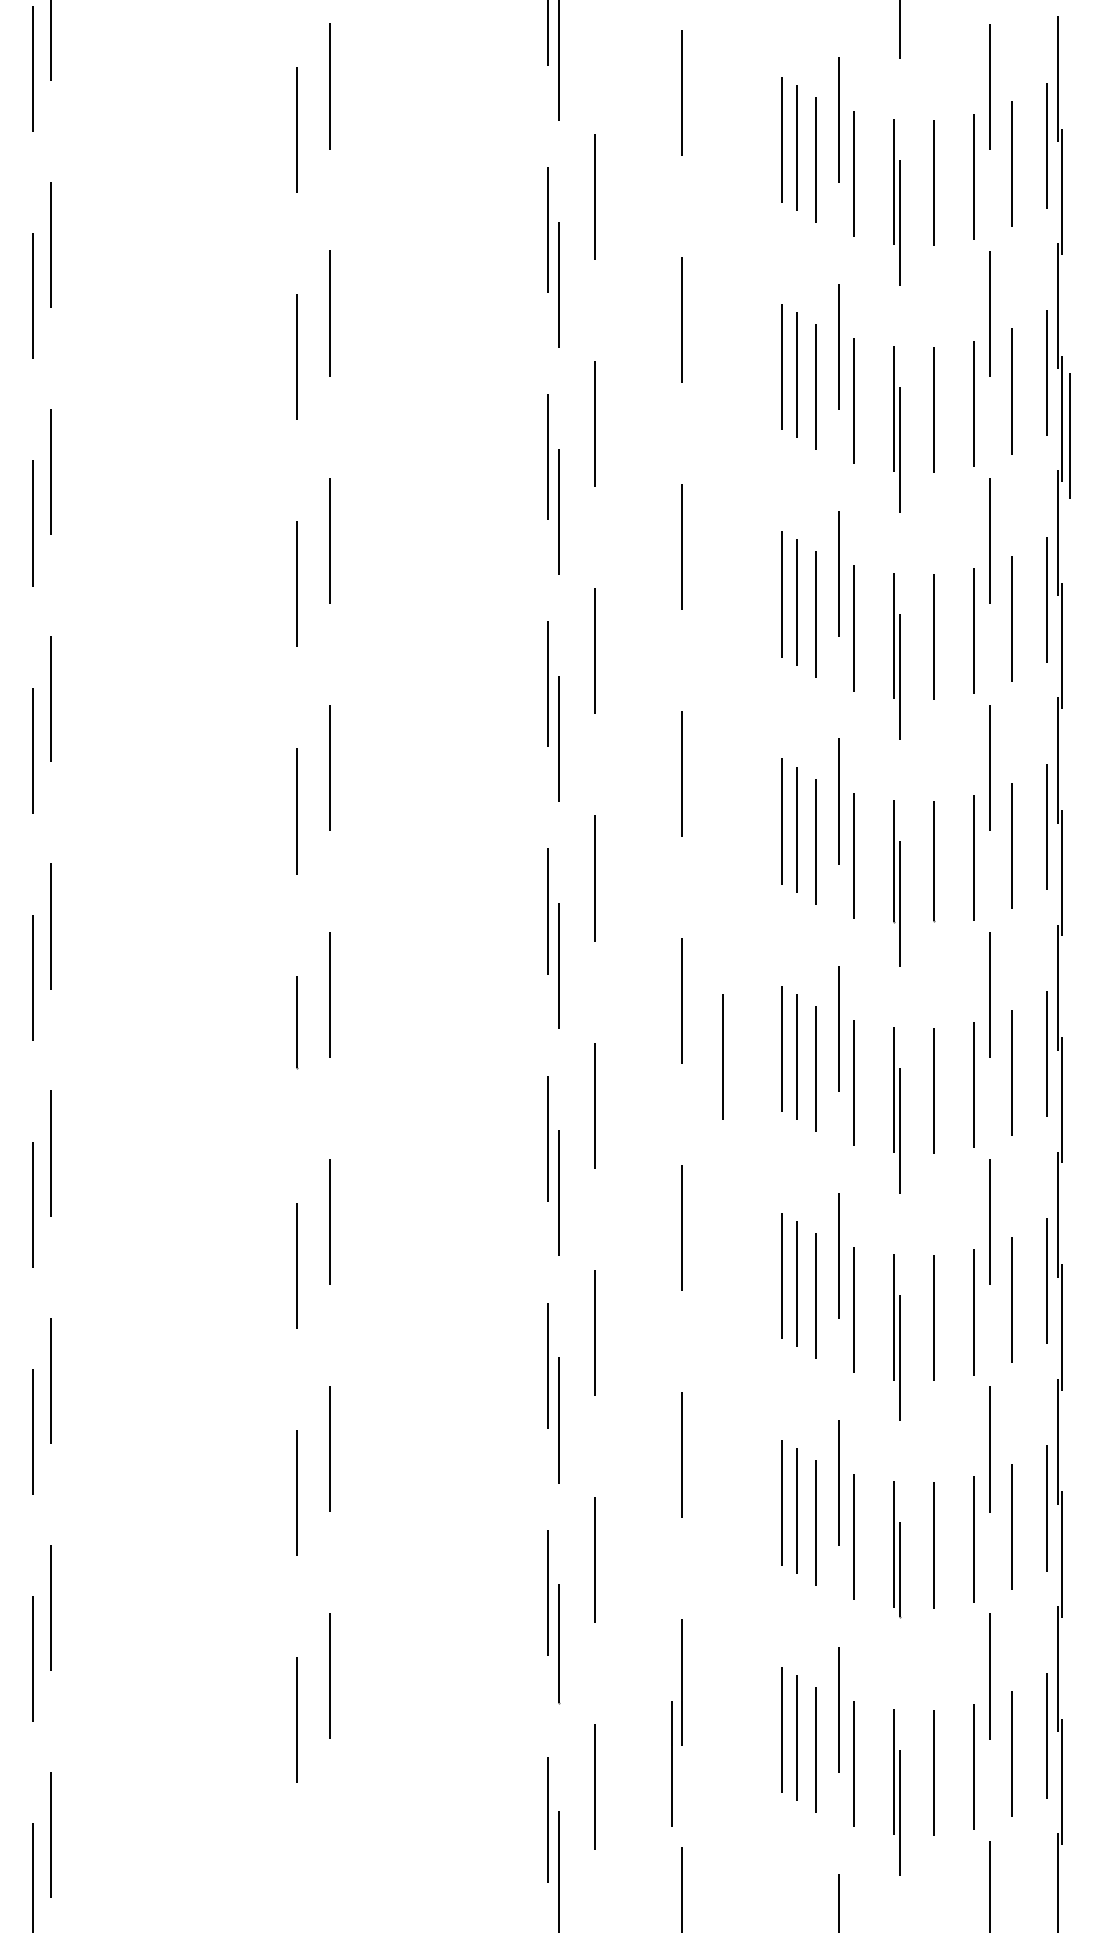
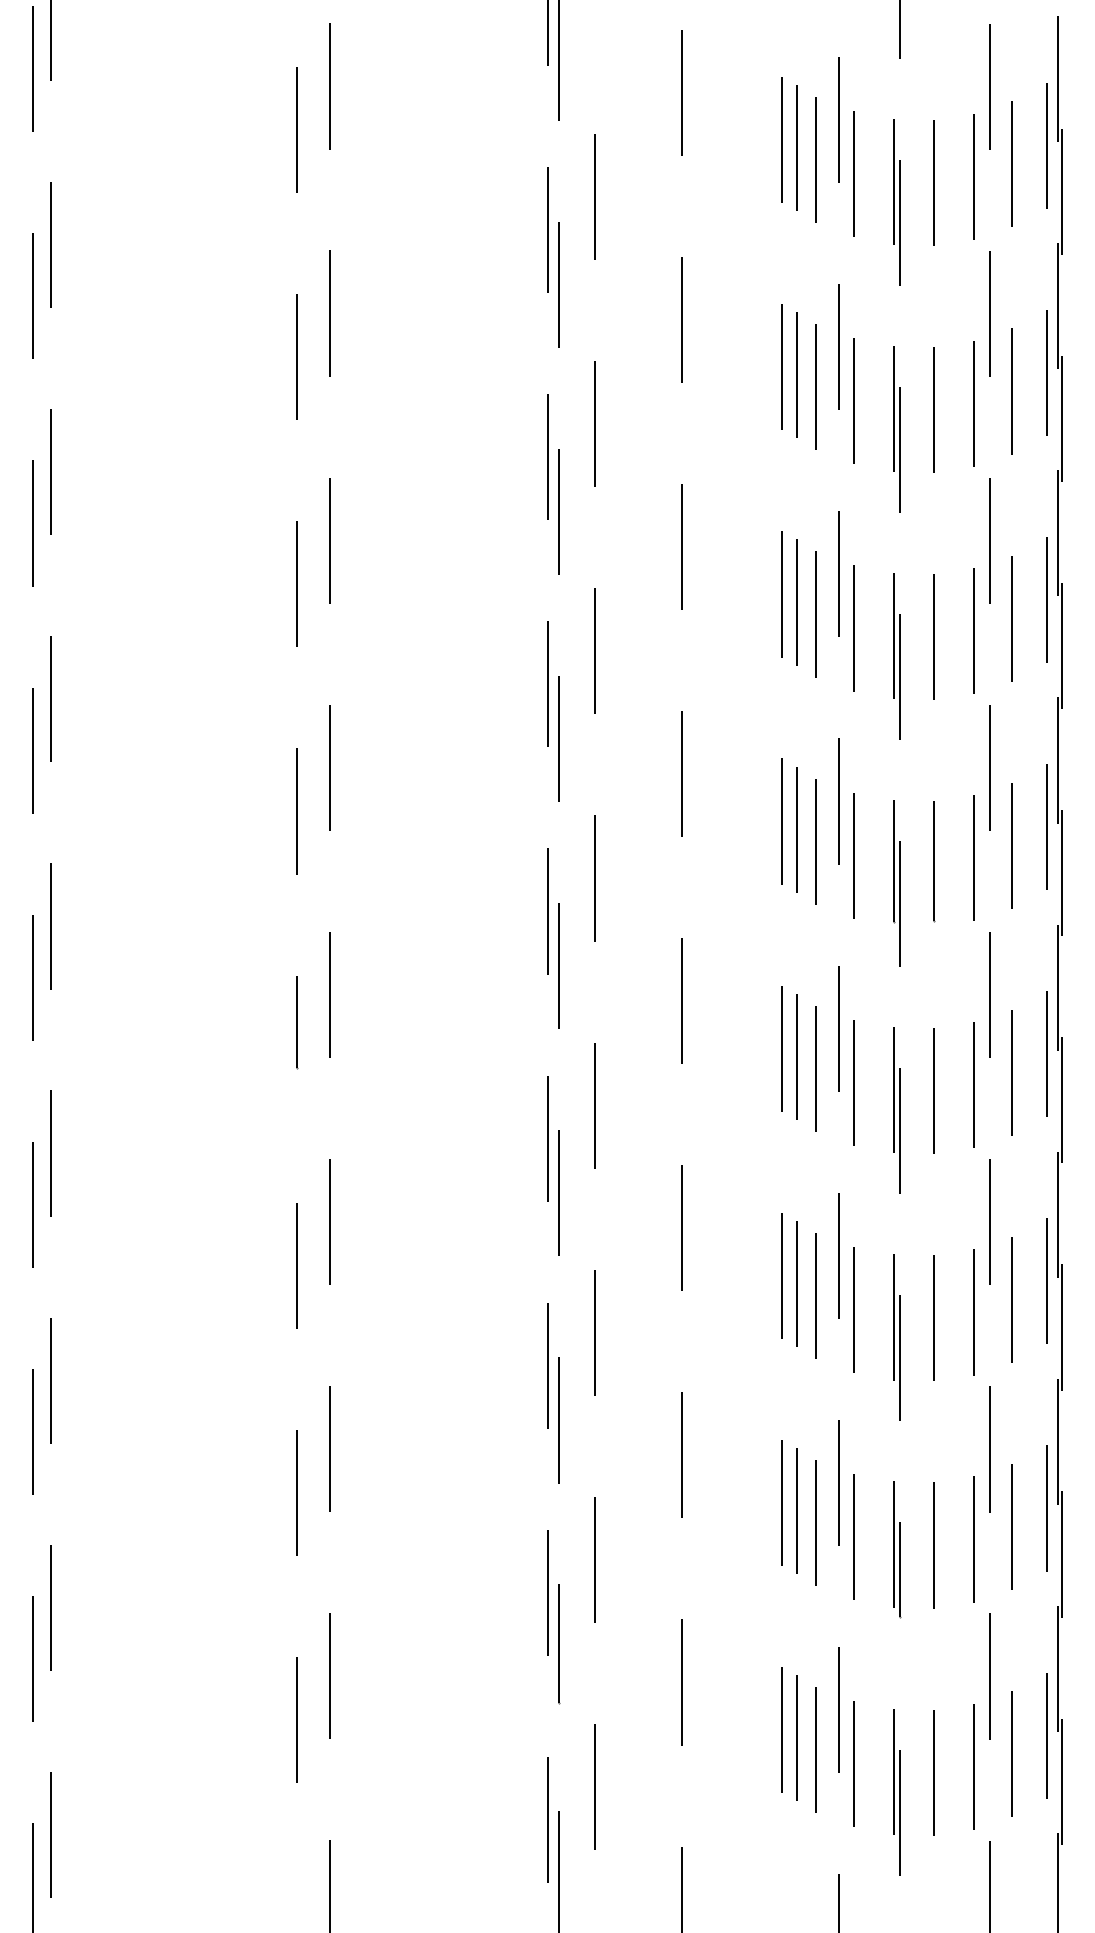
line at (1069, 435): present -> none
line at (722, 1056): present -> none
line at (671, 1763): present -> none
line at (329, 1884): none -> present
